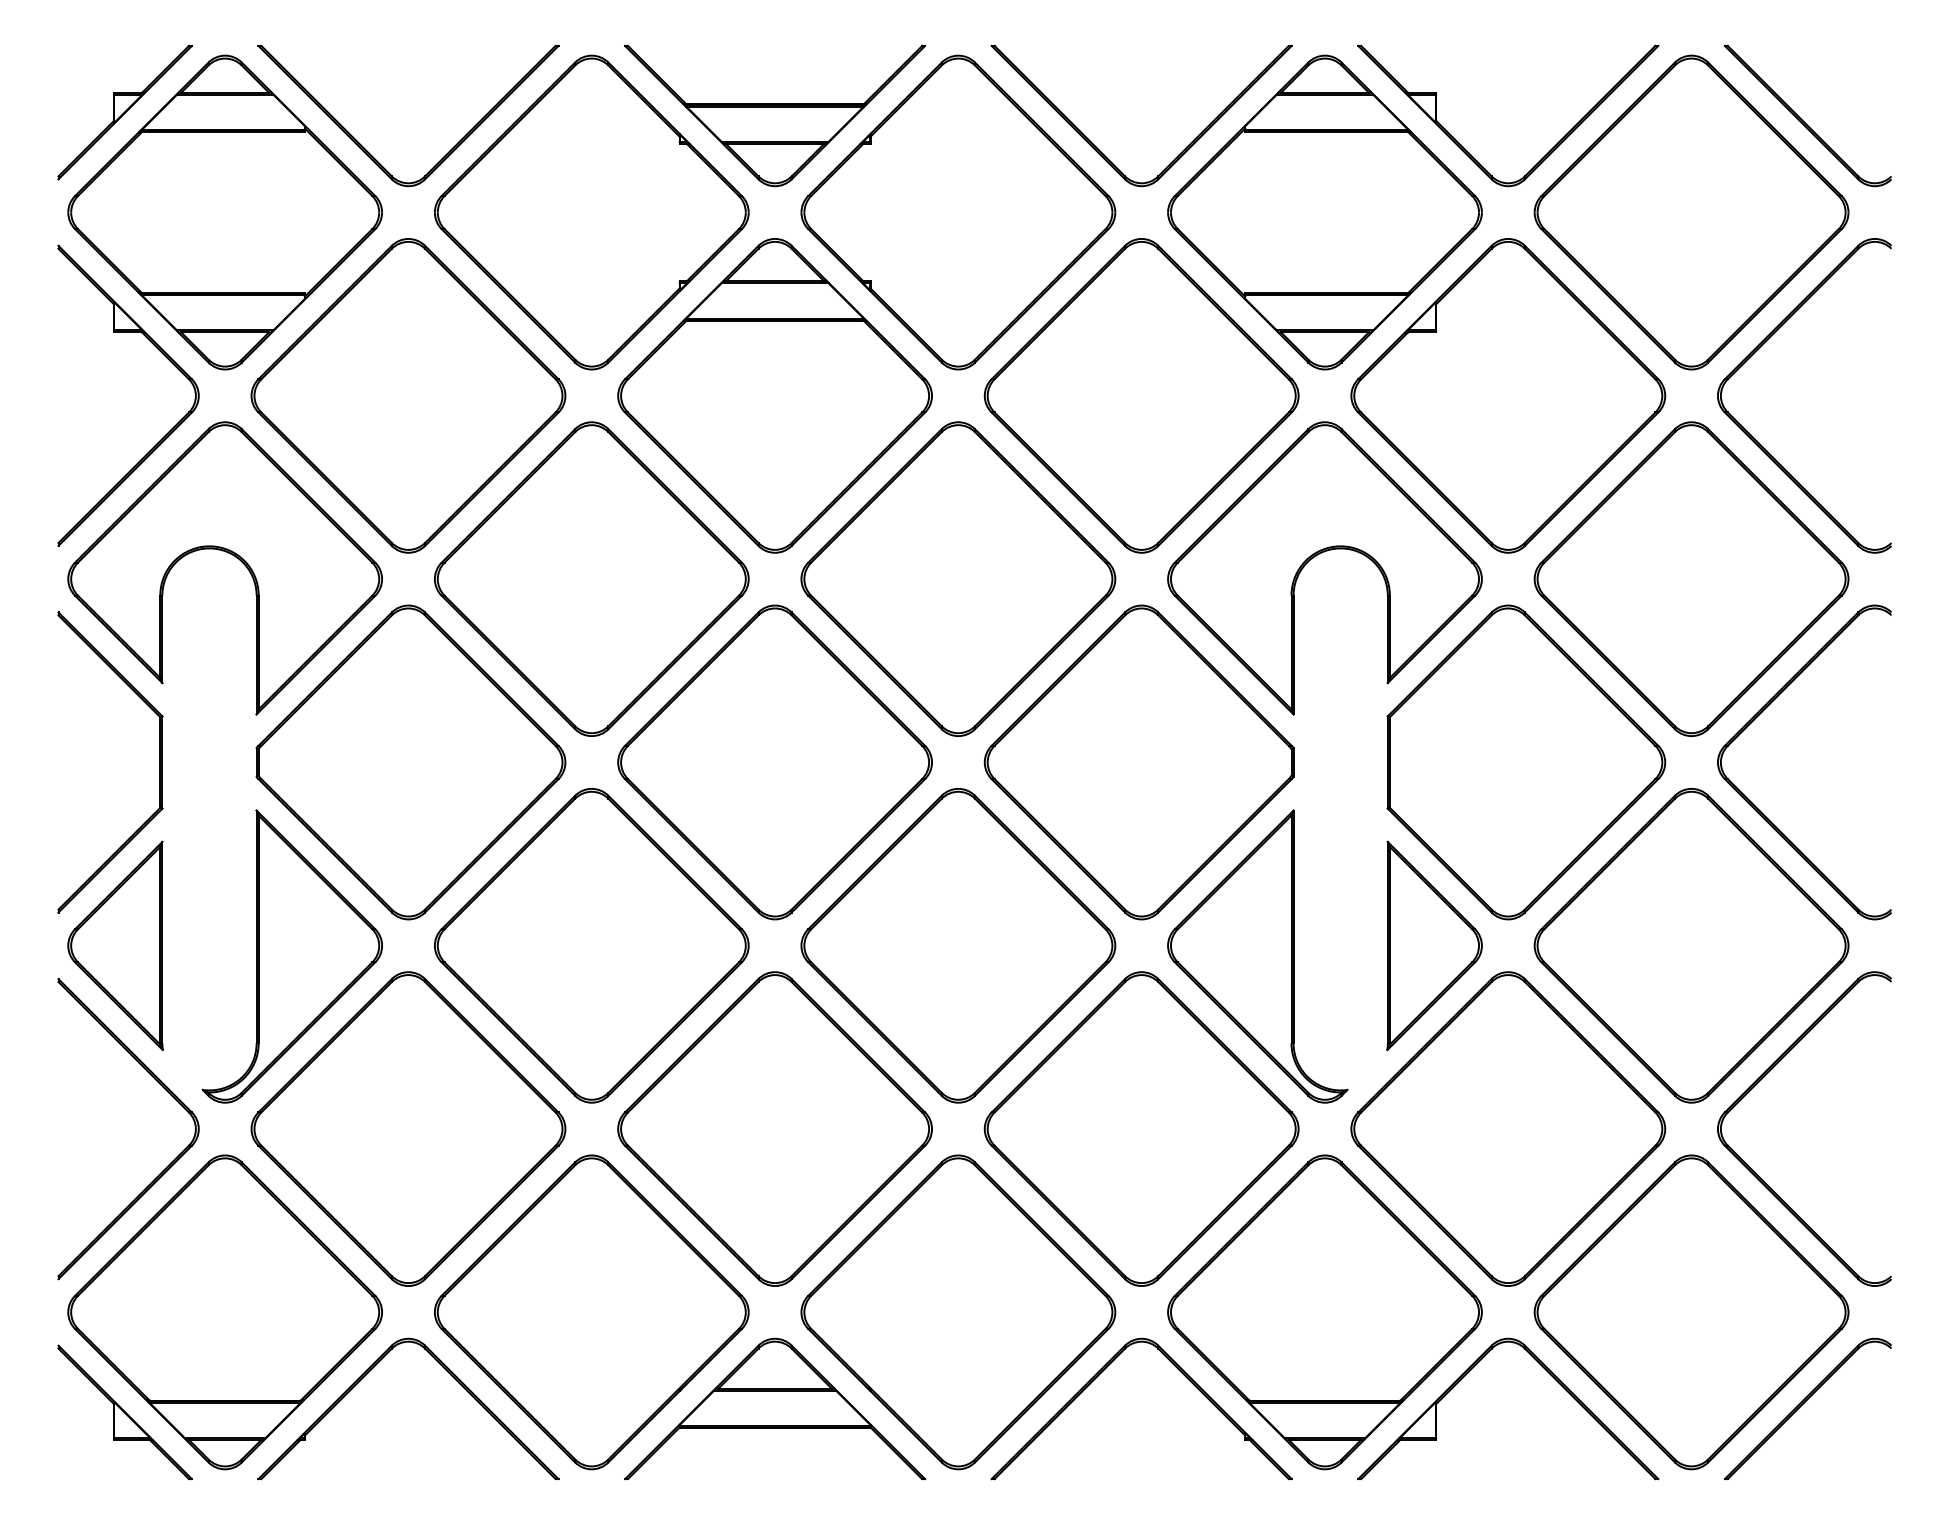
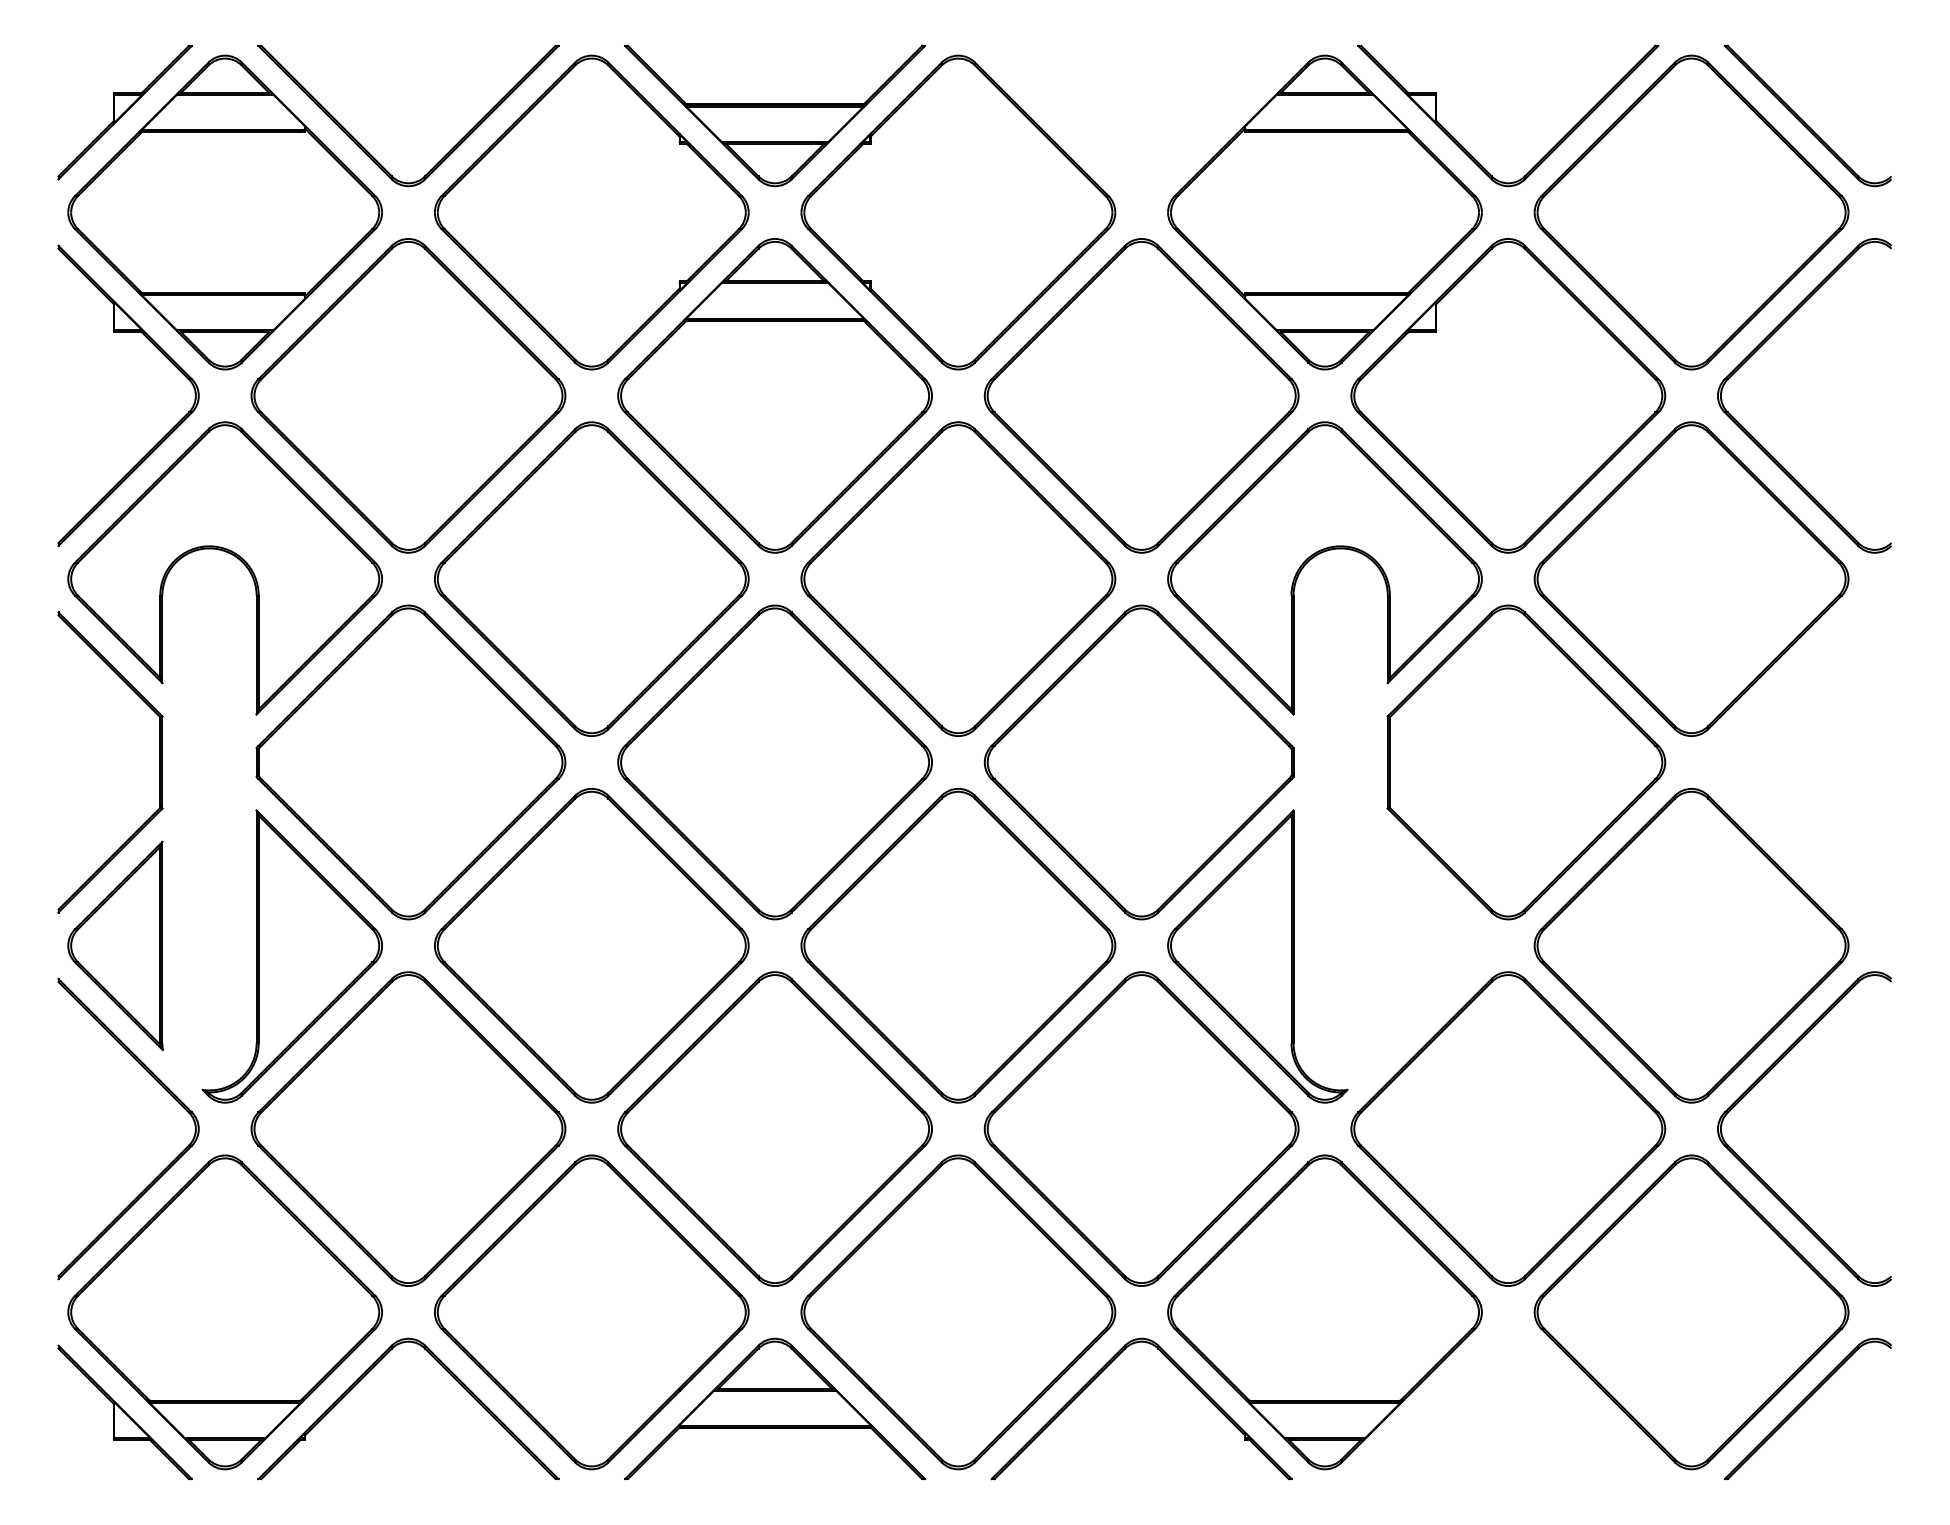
part at (1103, 153): present -> none
part at (1758, 716): present -> none
part at (1434, 945): present -> none
part at (1471, 1370): present -> none
